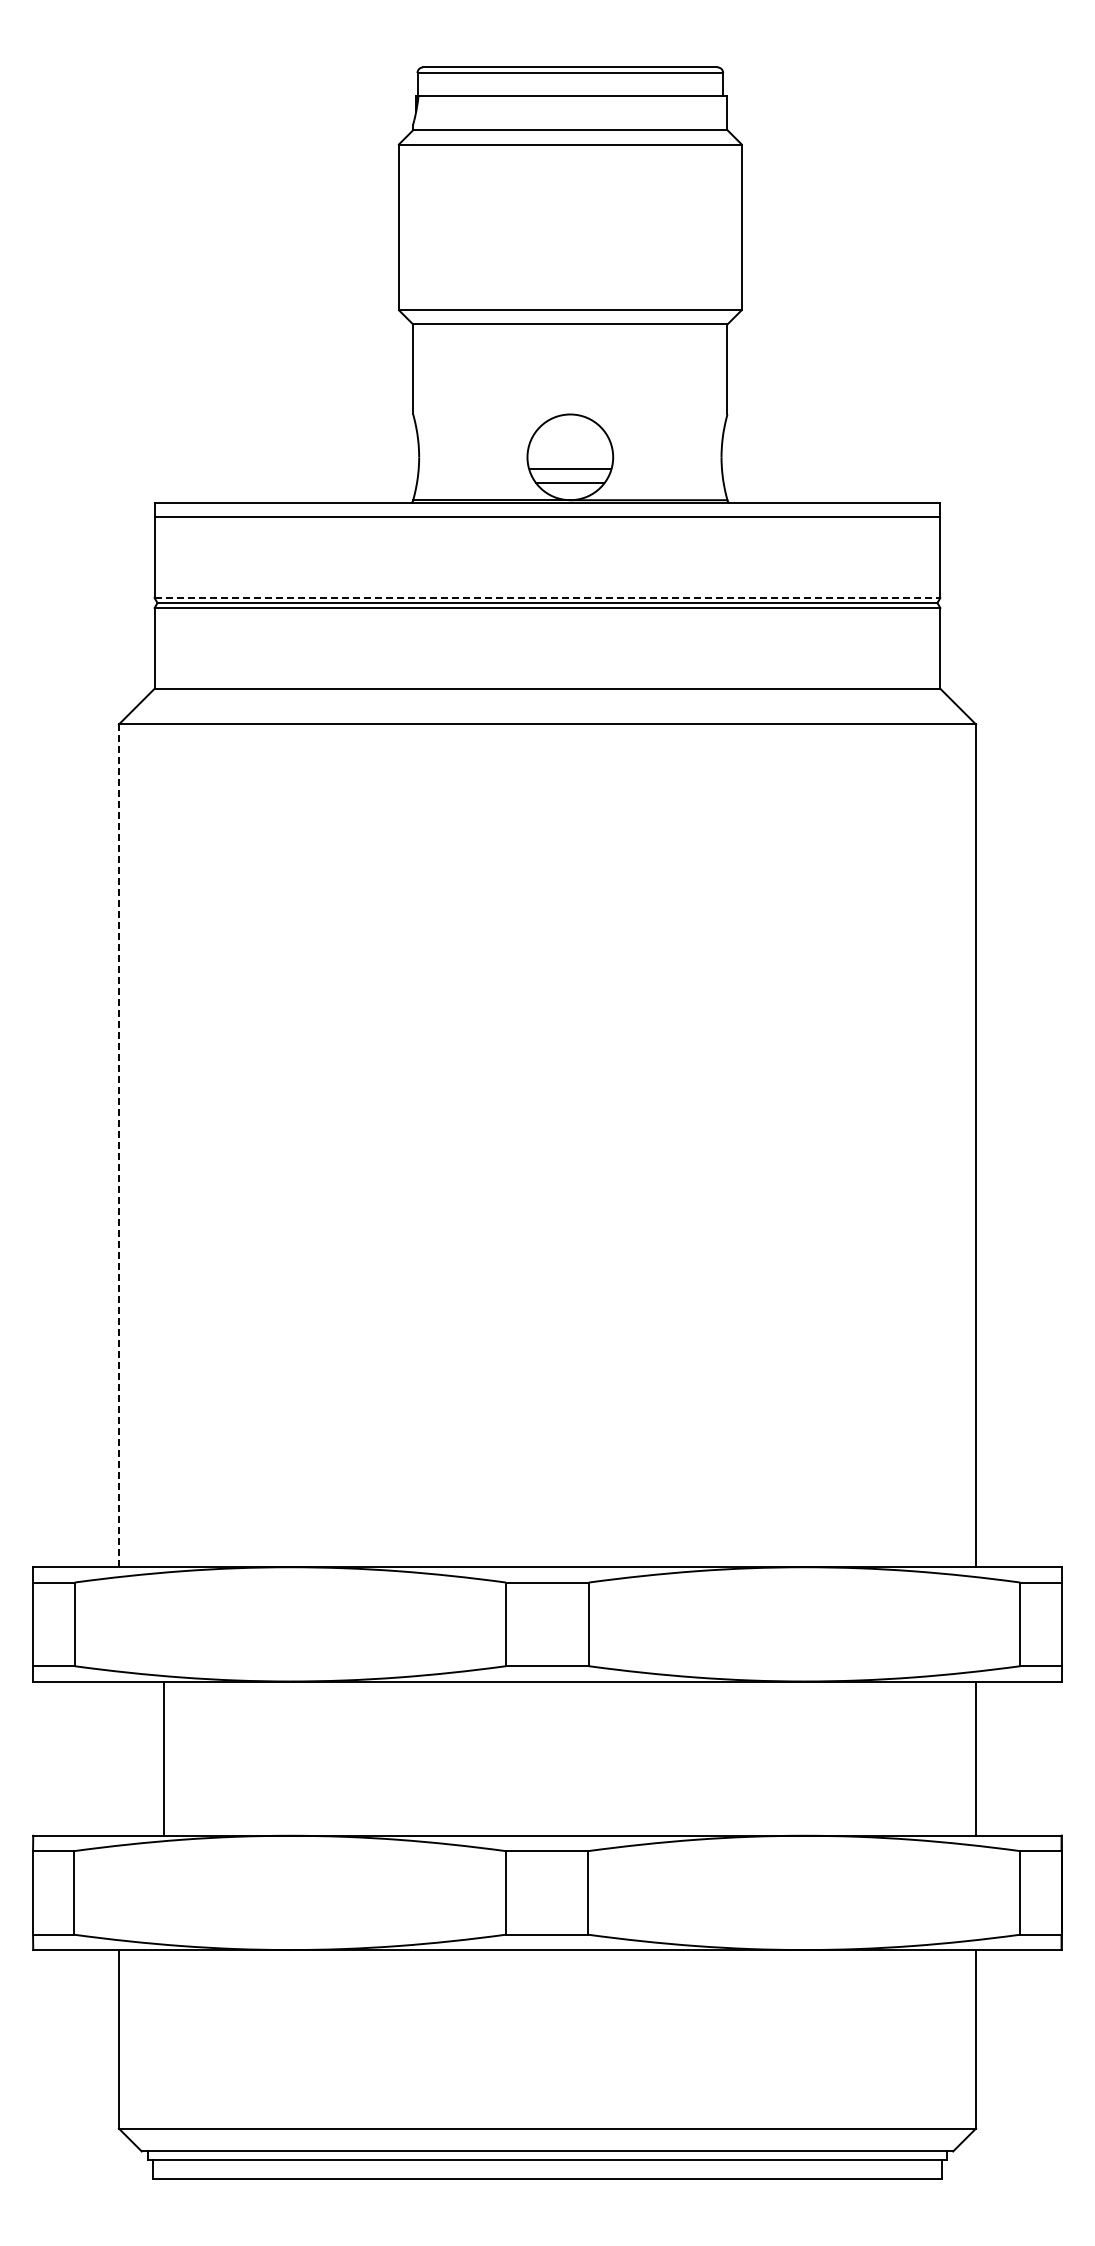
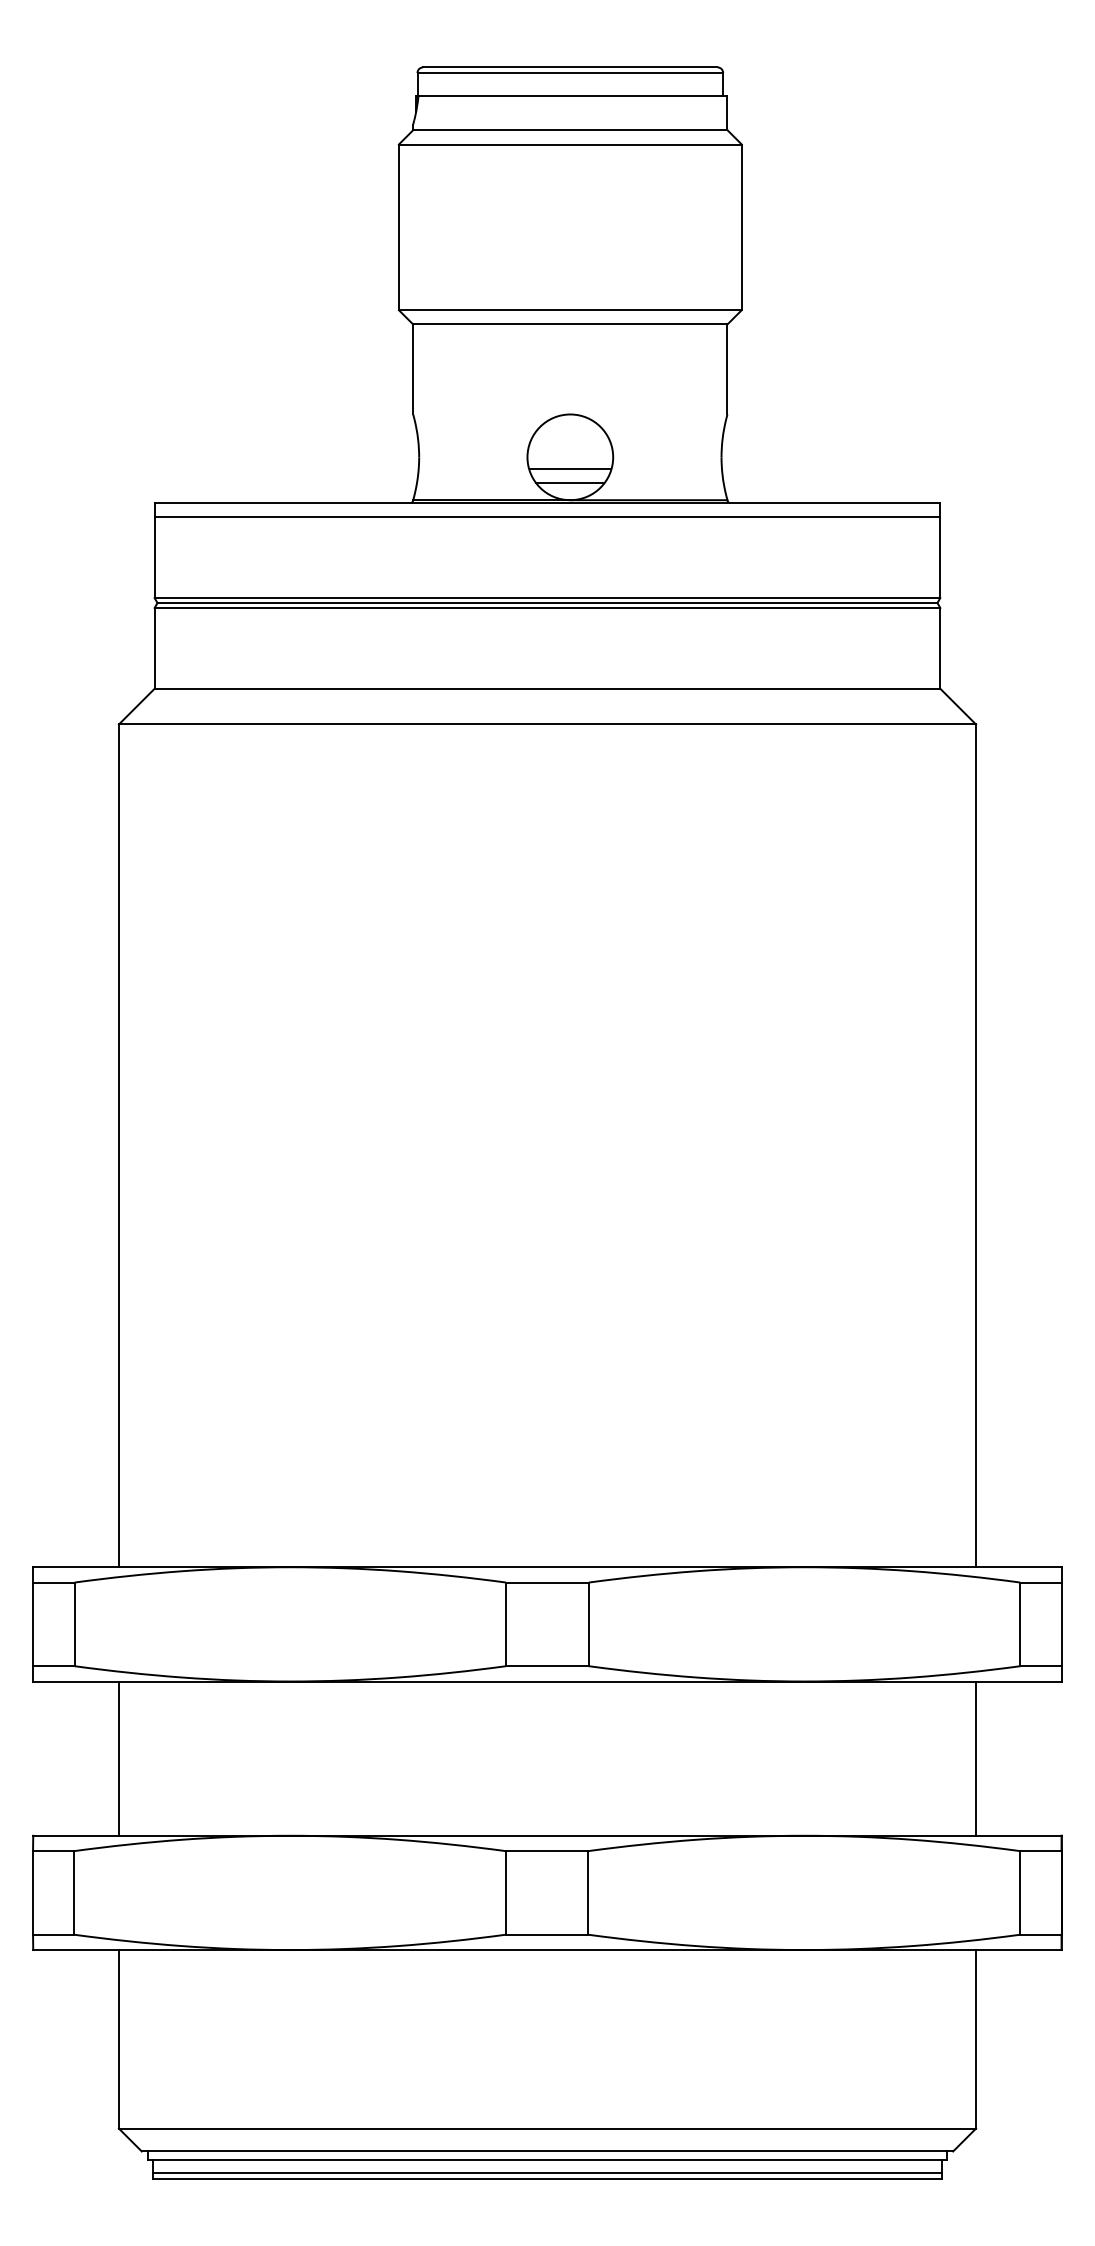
line at (547, 598): dashed -> solid
line at (118, 1145): dashed -> solid
line at (163, 1758) position: (163, 1758) -> (118, 1758)
line at (547, 2172): none -> present
